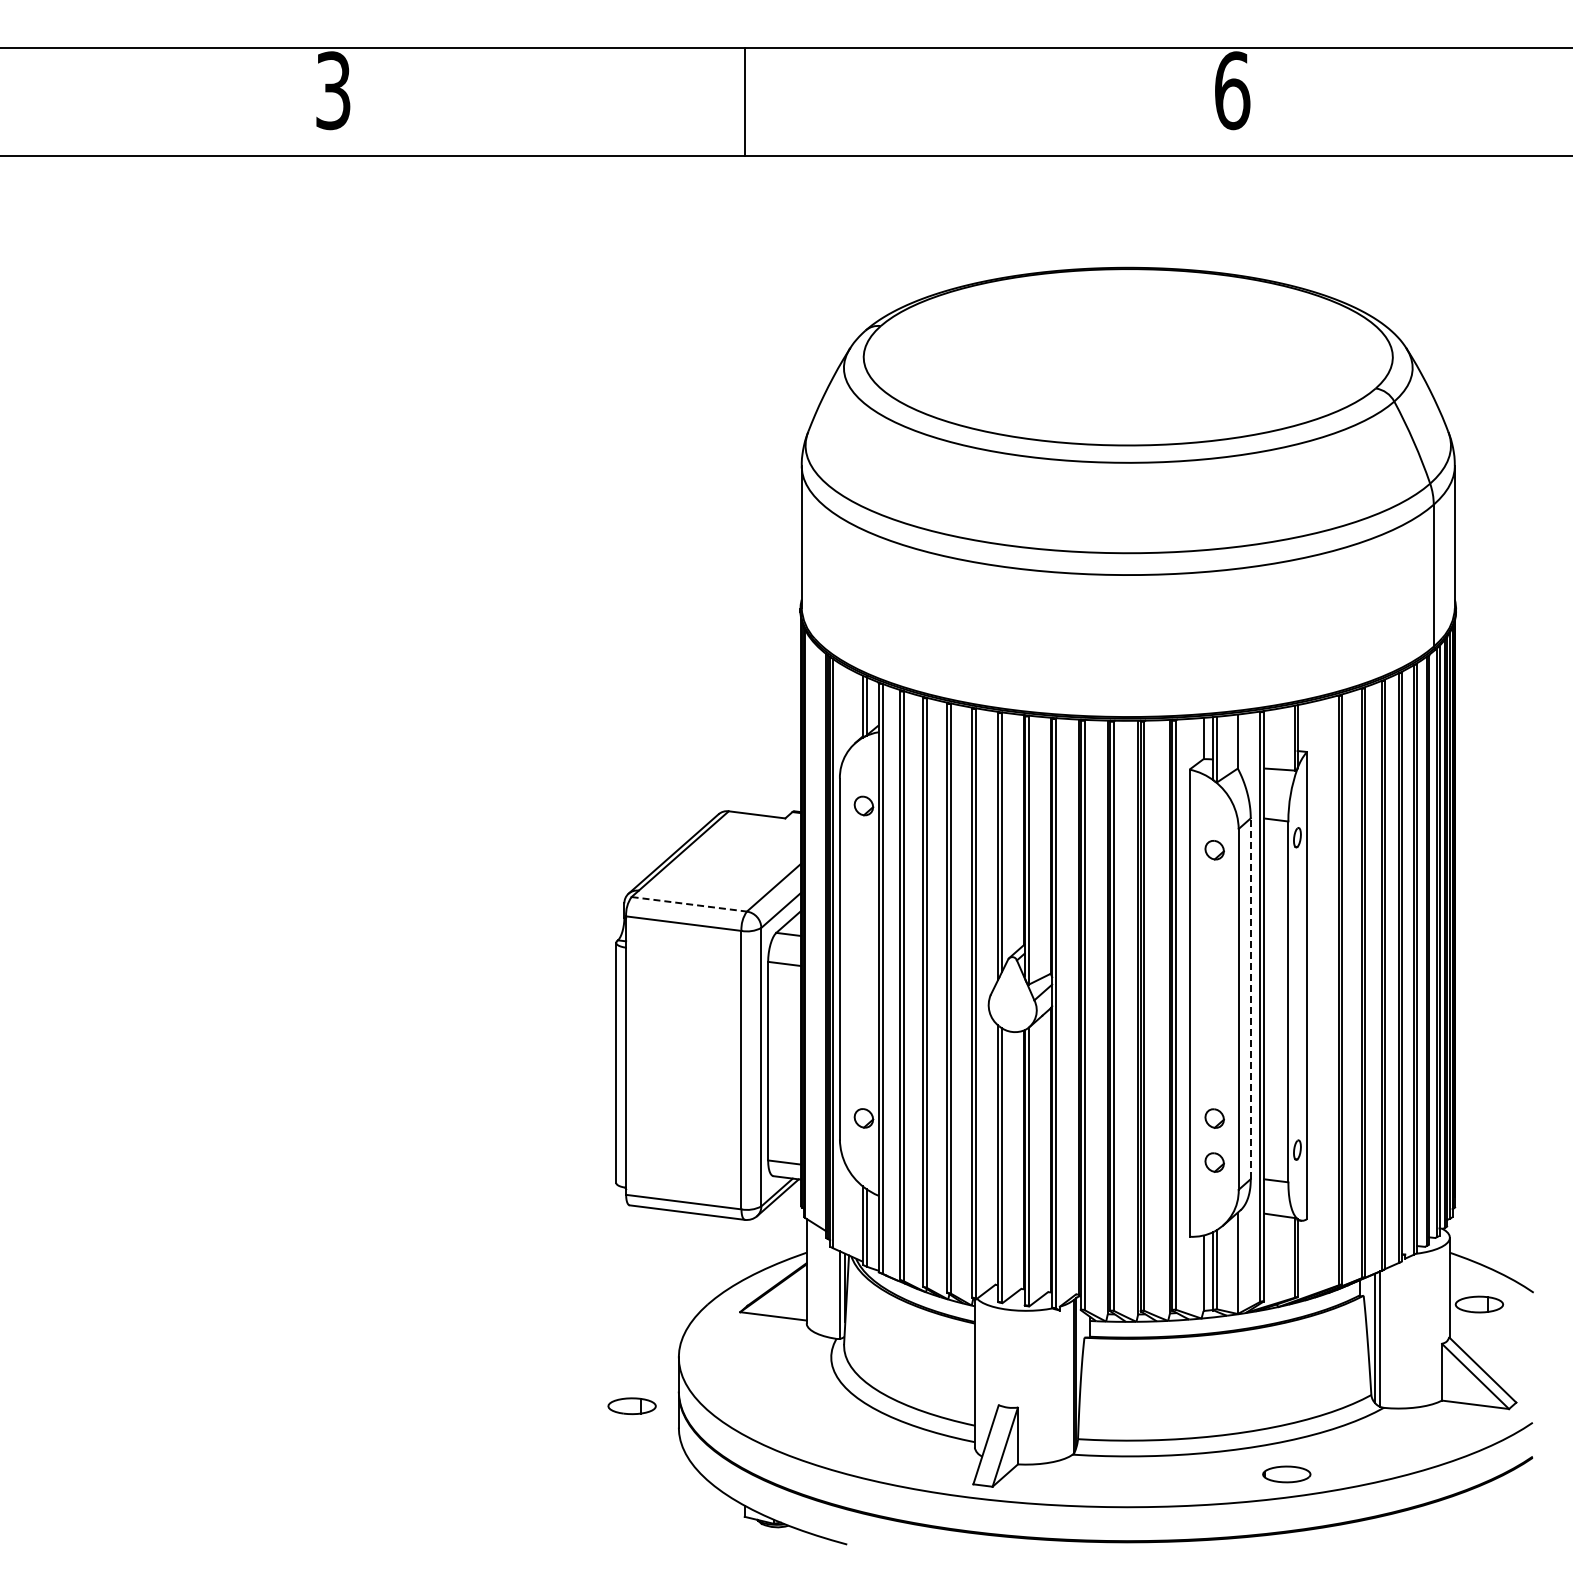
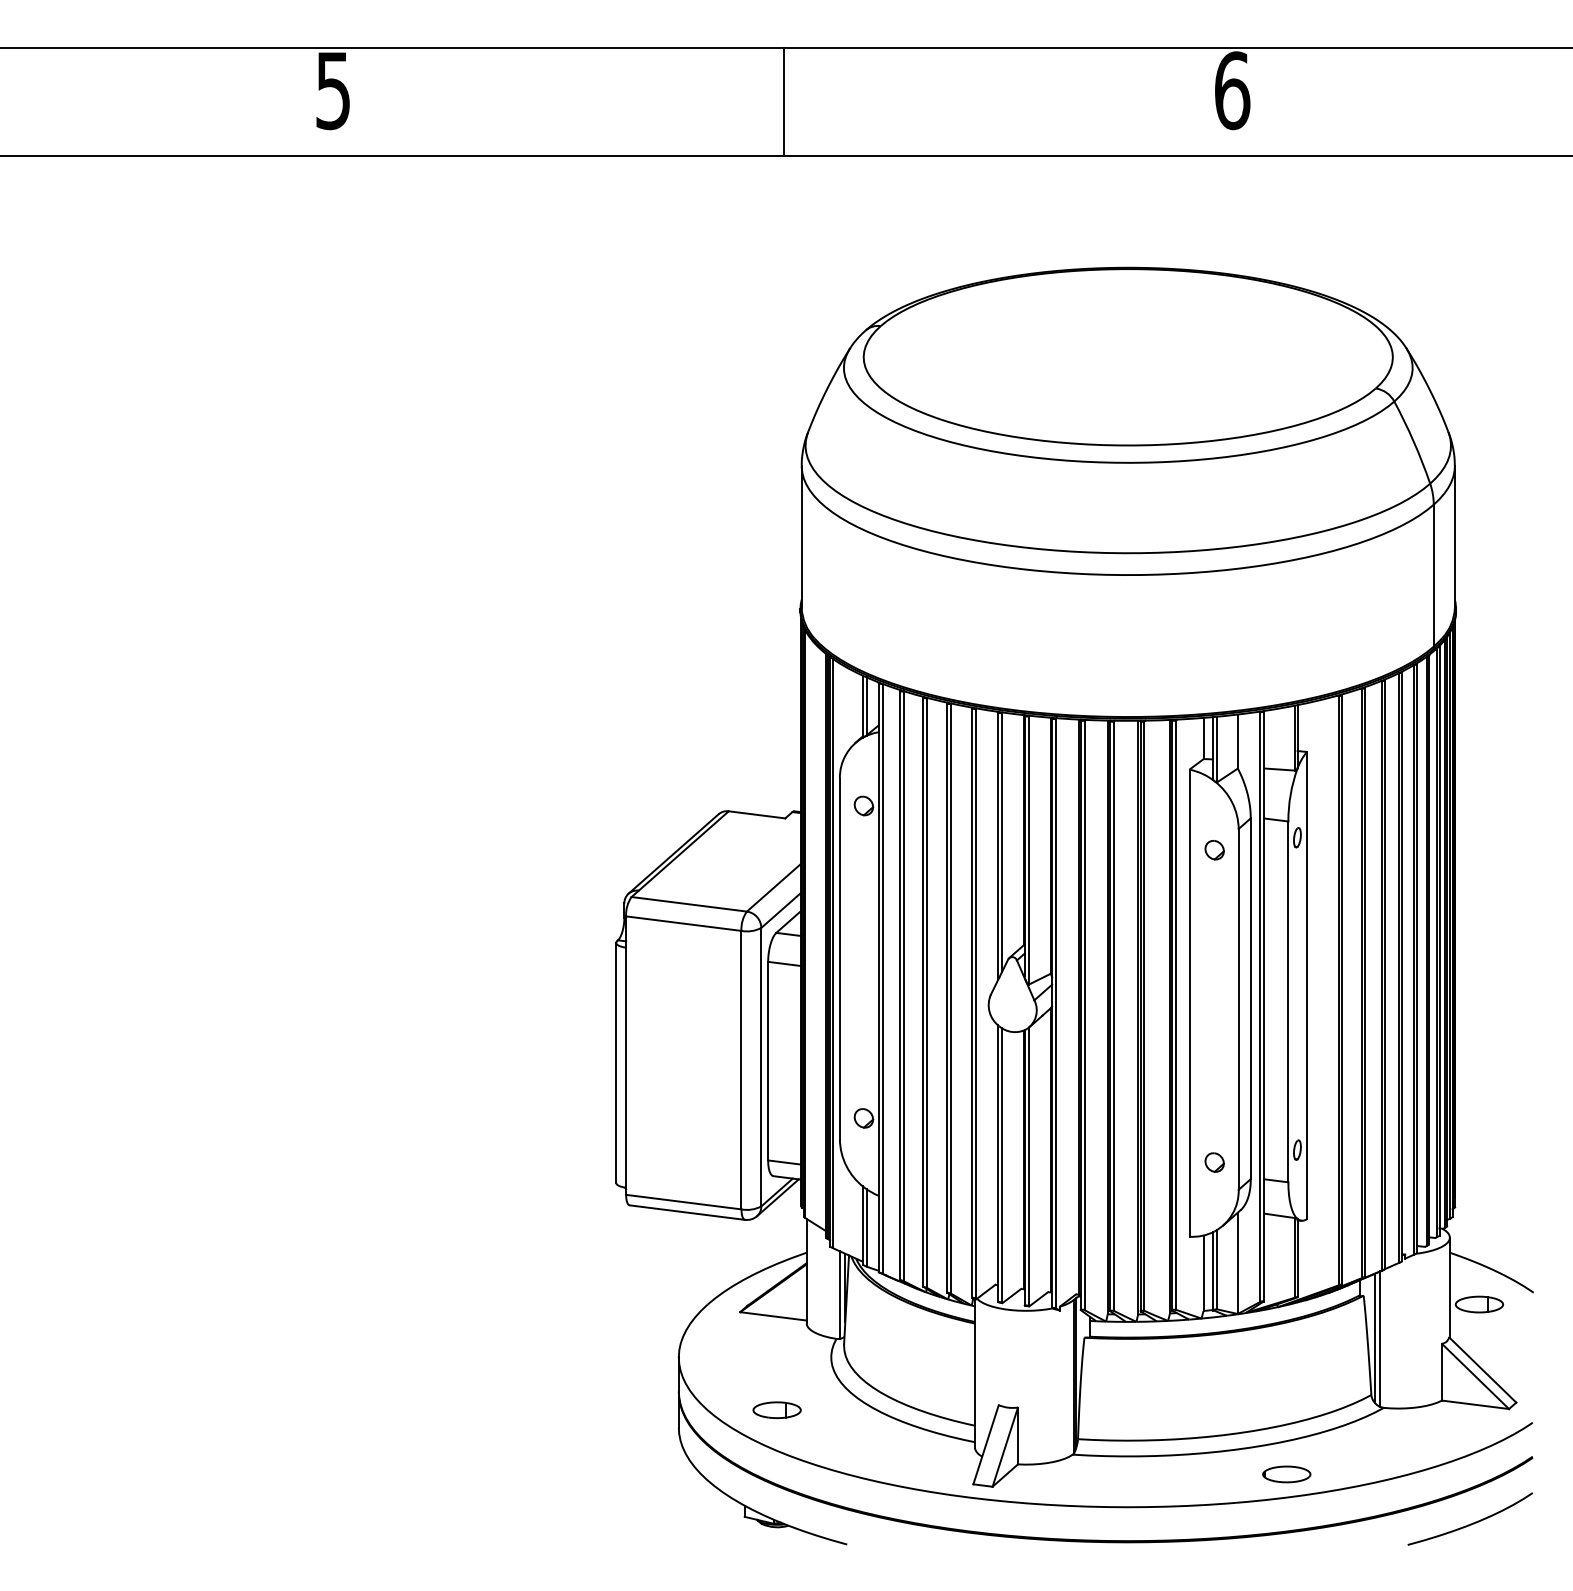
text at (333, 90): 3 -> 5
line at (744, 101) position: (744, 101) -> (783, 101)
line at (689, 904): dashed -> solid
line at (1250, 998): dashed -> solid
part at (1214, 1118): present -> none
part at (631, 1406) position: (631, 1406) -> (776, 1410)
curve at (1473, 1522): none -> present
